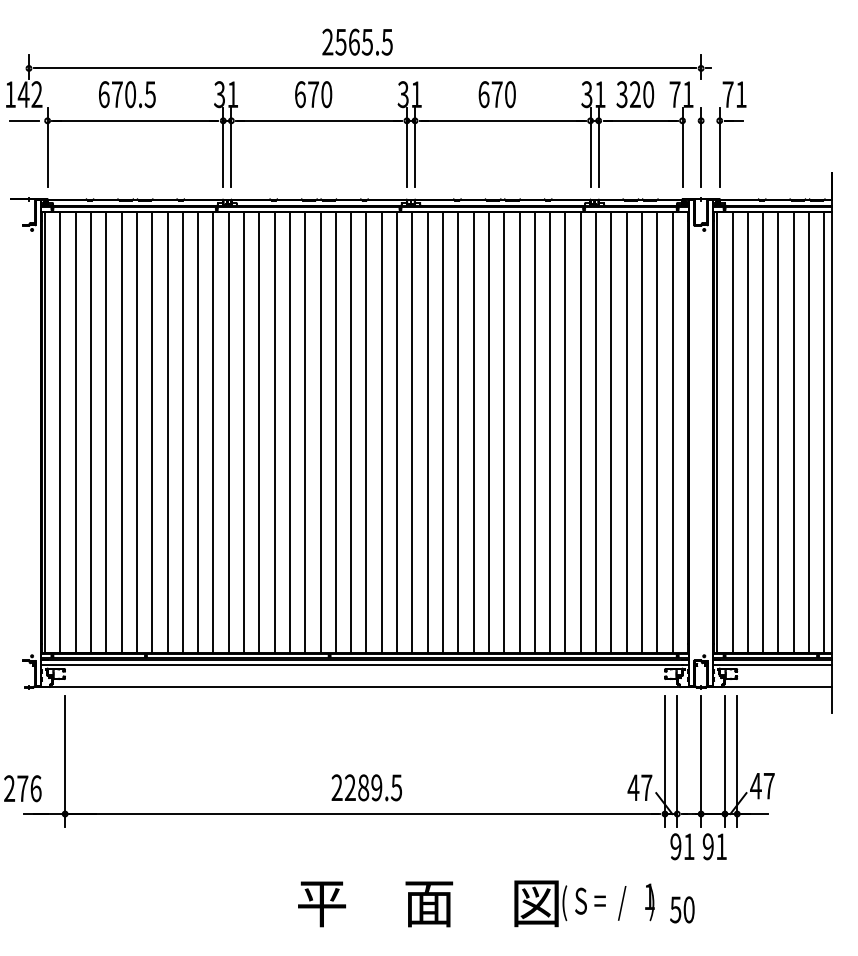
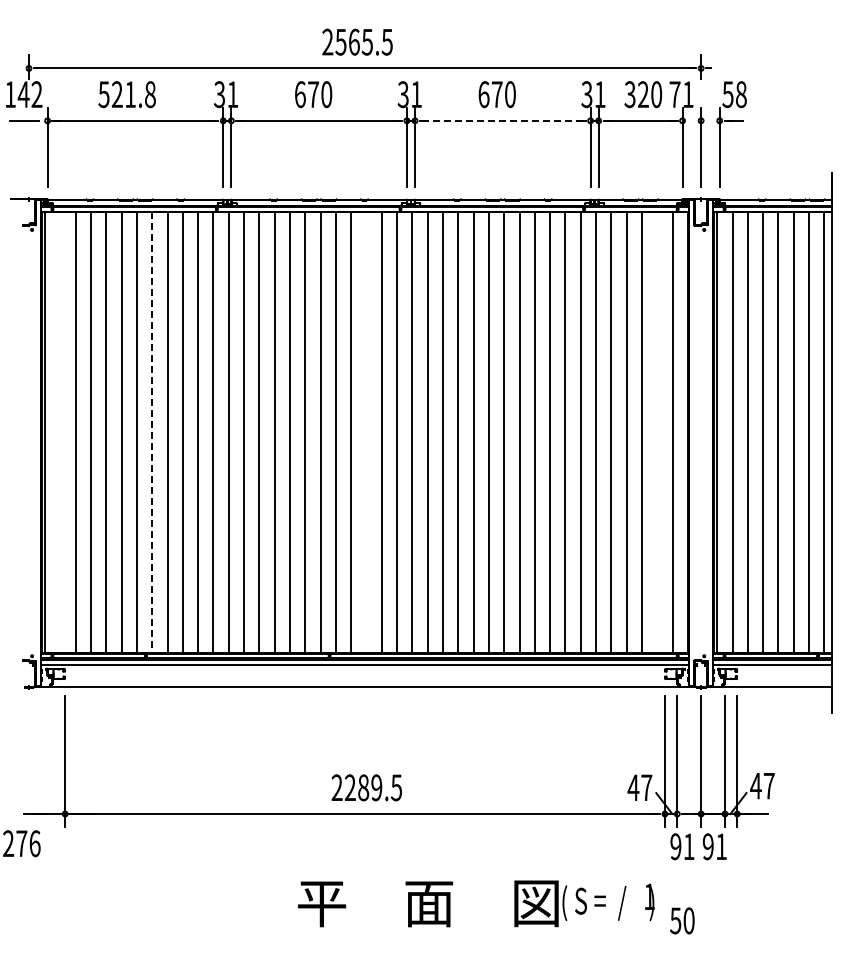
text at (126, 94): 670.5 -> 521.8
text at (635, 94) position: (635, 94) -> (643, 94)
text at (734, 94): 71 -> 58
line at (503, 120): solid -> dashed
line at (60, 432): present -> none
line at (152, 432): solid -> dashed
line at (366, 432): present -> none
line at (657, 432): present -> none
text at (22, 788) position: (22, 788) -> (21, 843)
text at (682, 909) position: (682, 909) -> (682, 920)
